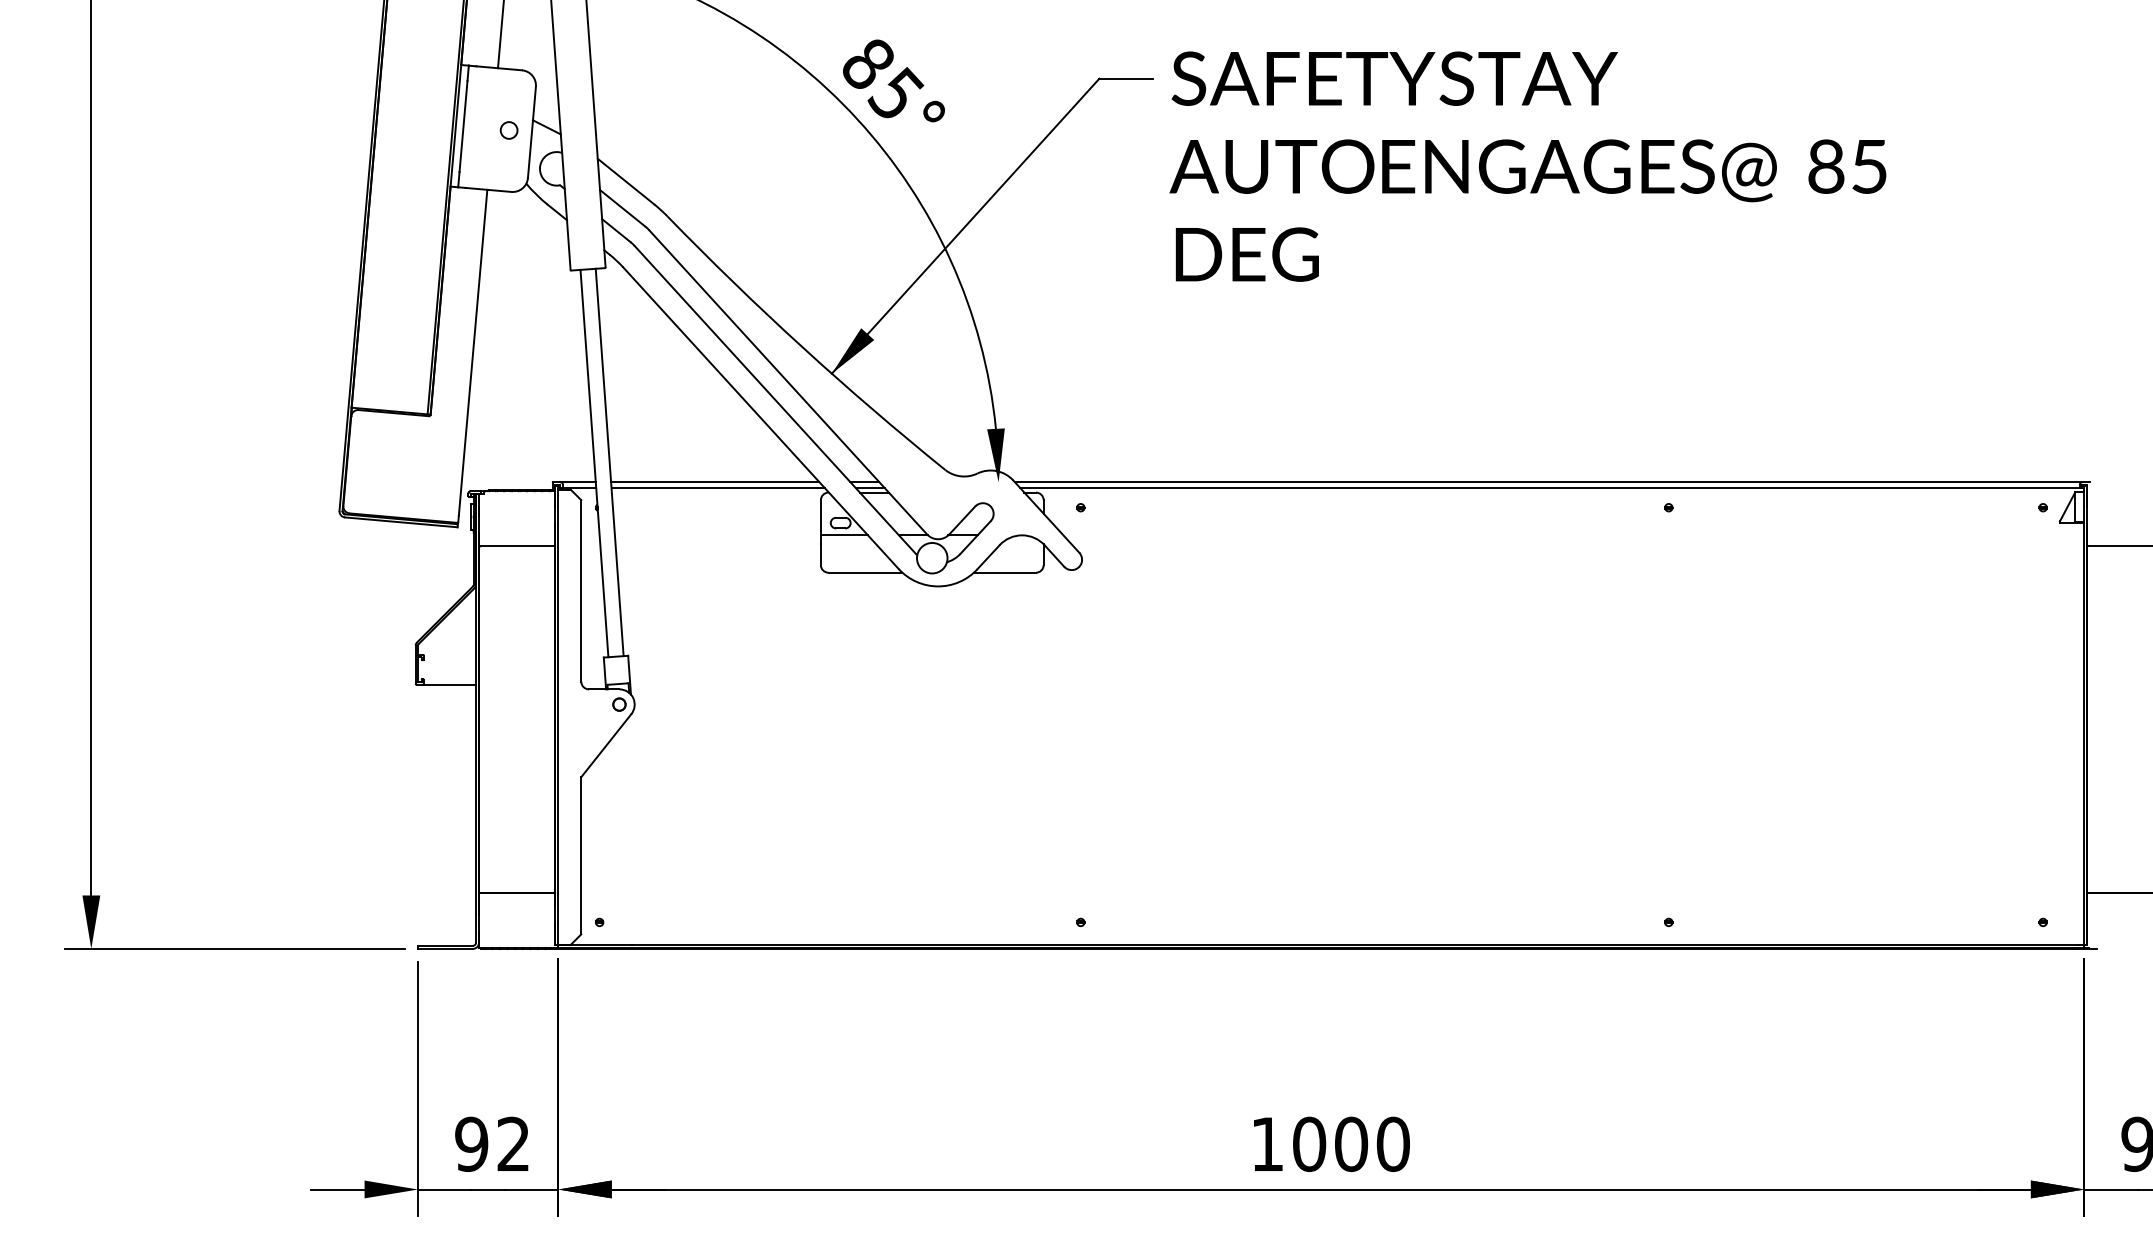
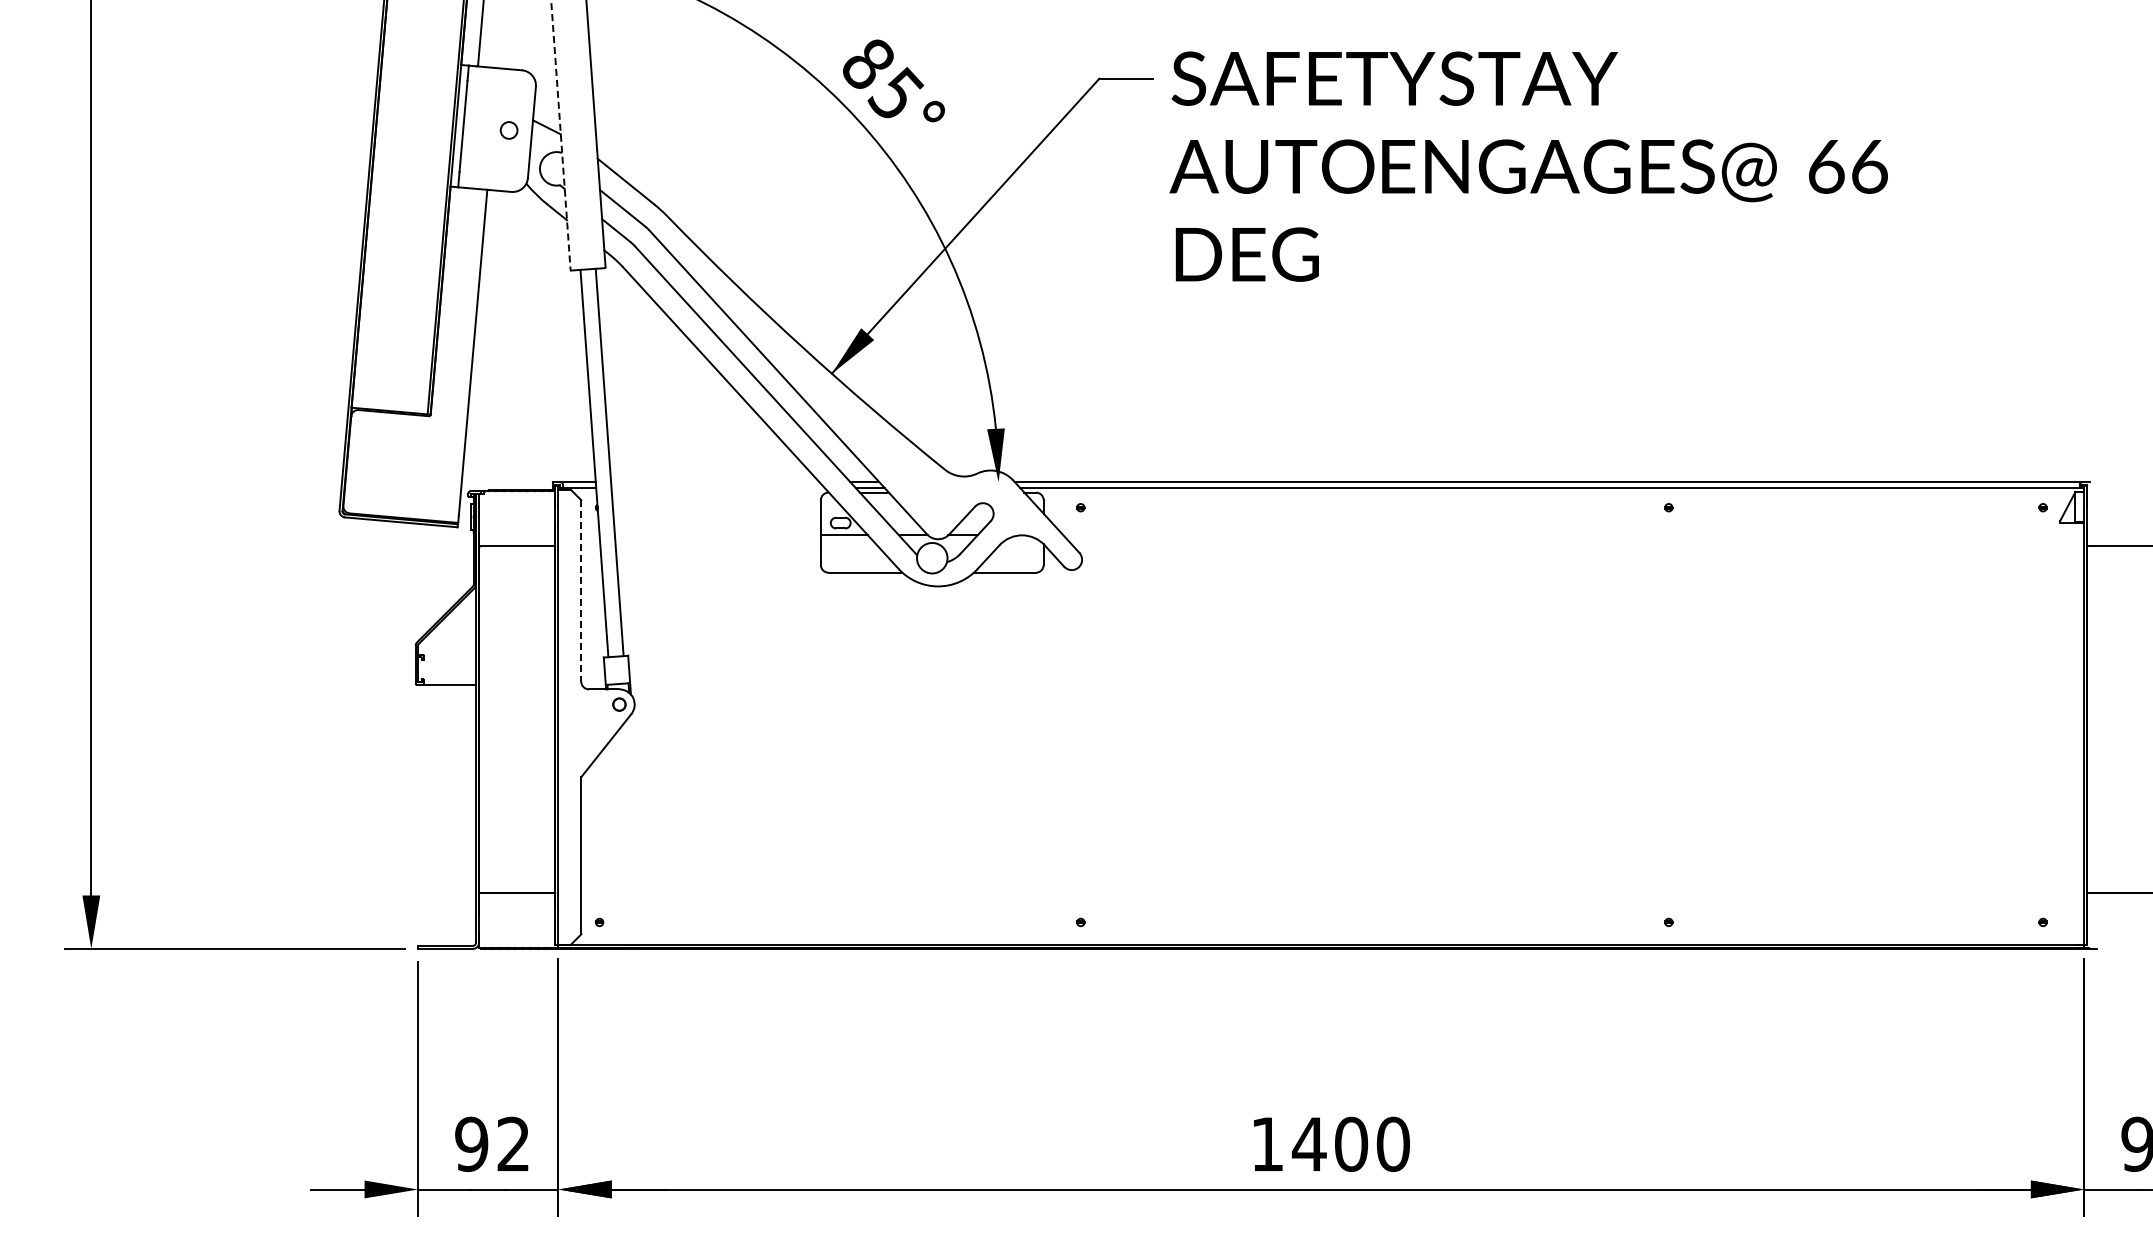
line at (500, 35) position: (500, 35) -> (480, 34)
line at (560, 135): solid -> dashed
text at (1847, 166): 85 -> 66
line at (715, 482): present -> none
line at (717, 488): present -> none
line at (581, 590): solid -> dashed
text at (1308, 1143): 1000 -> 1400
